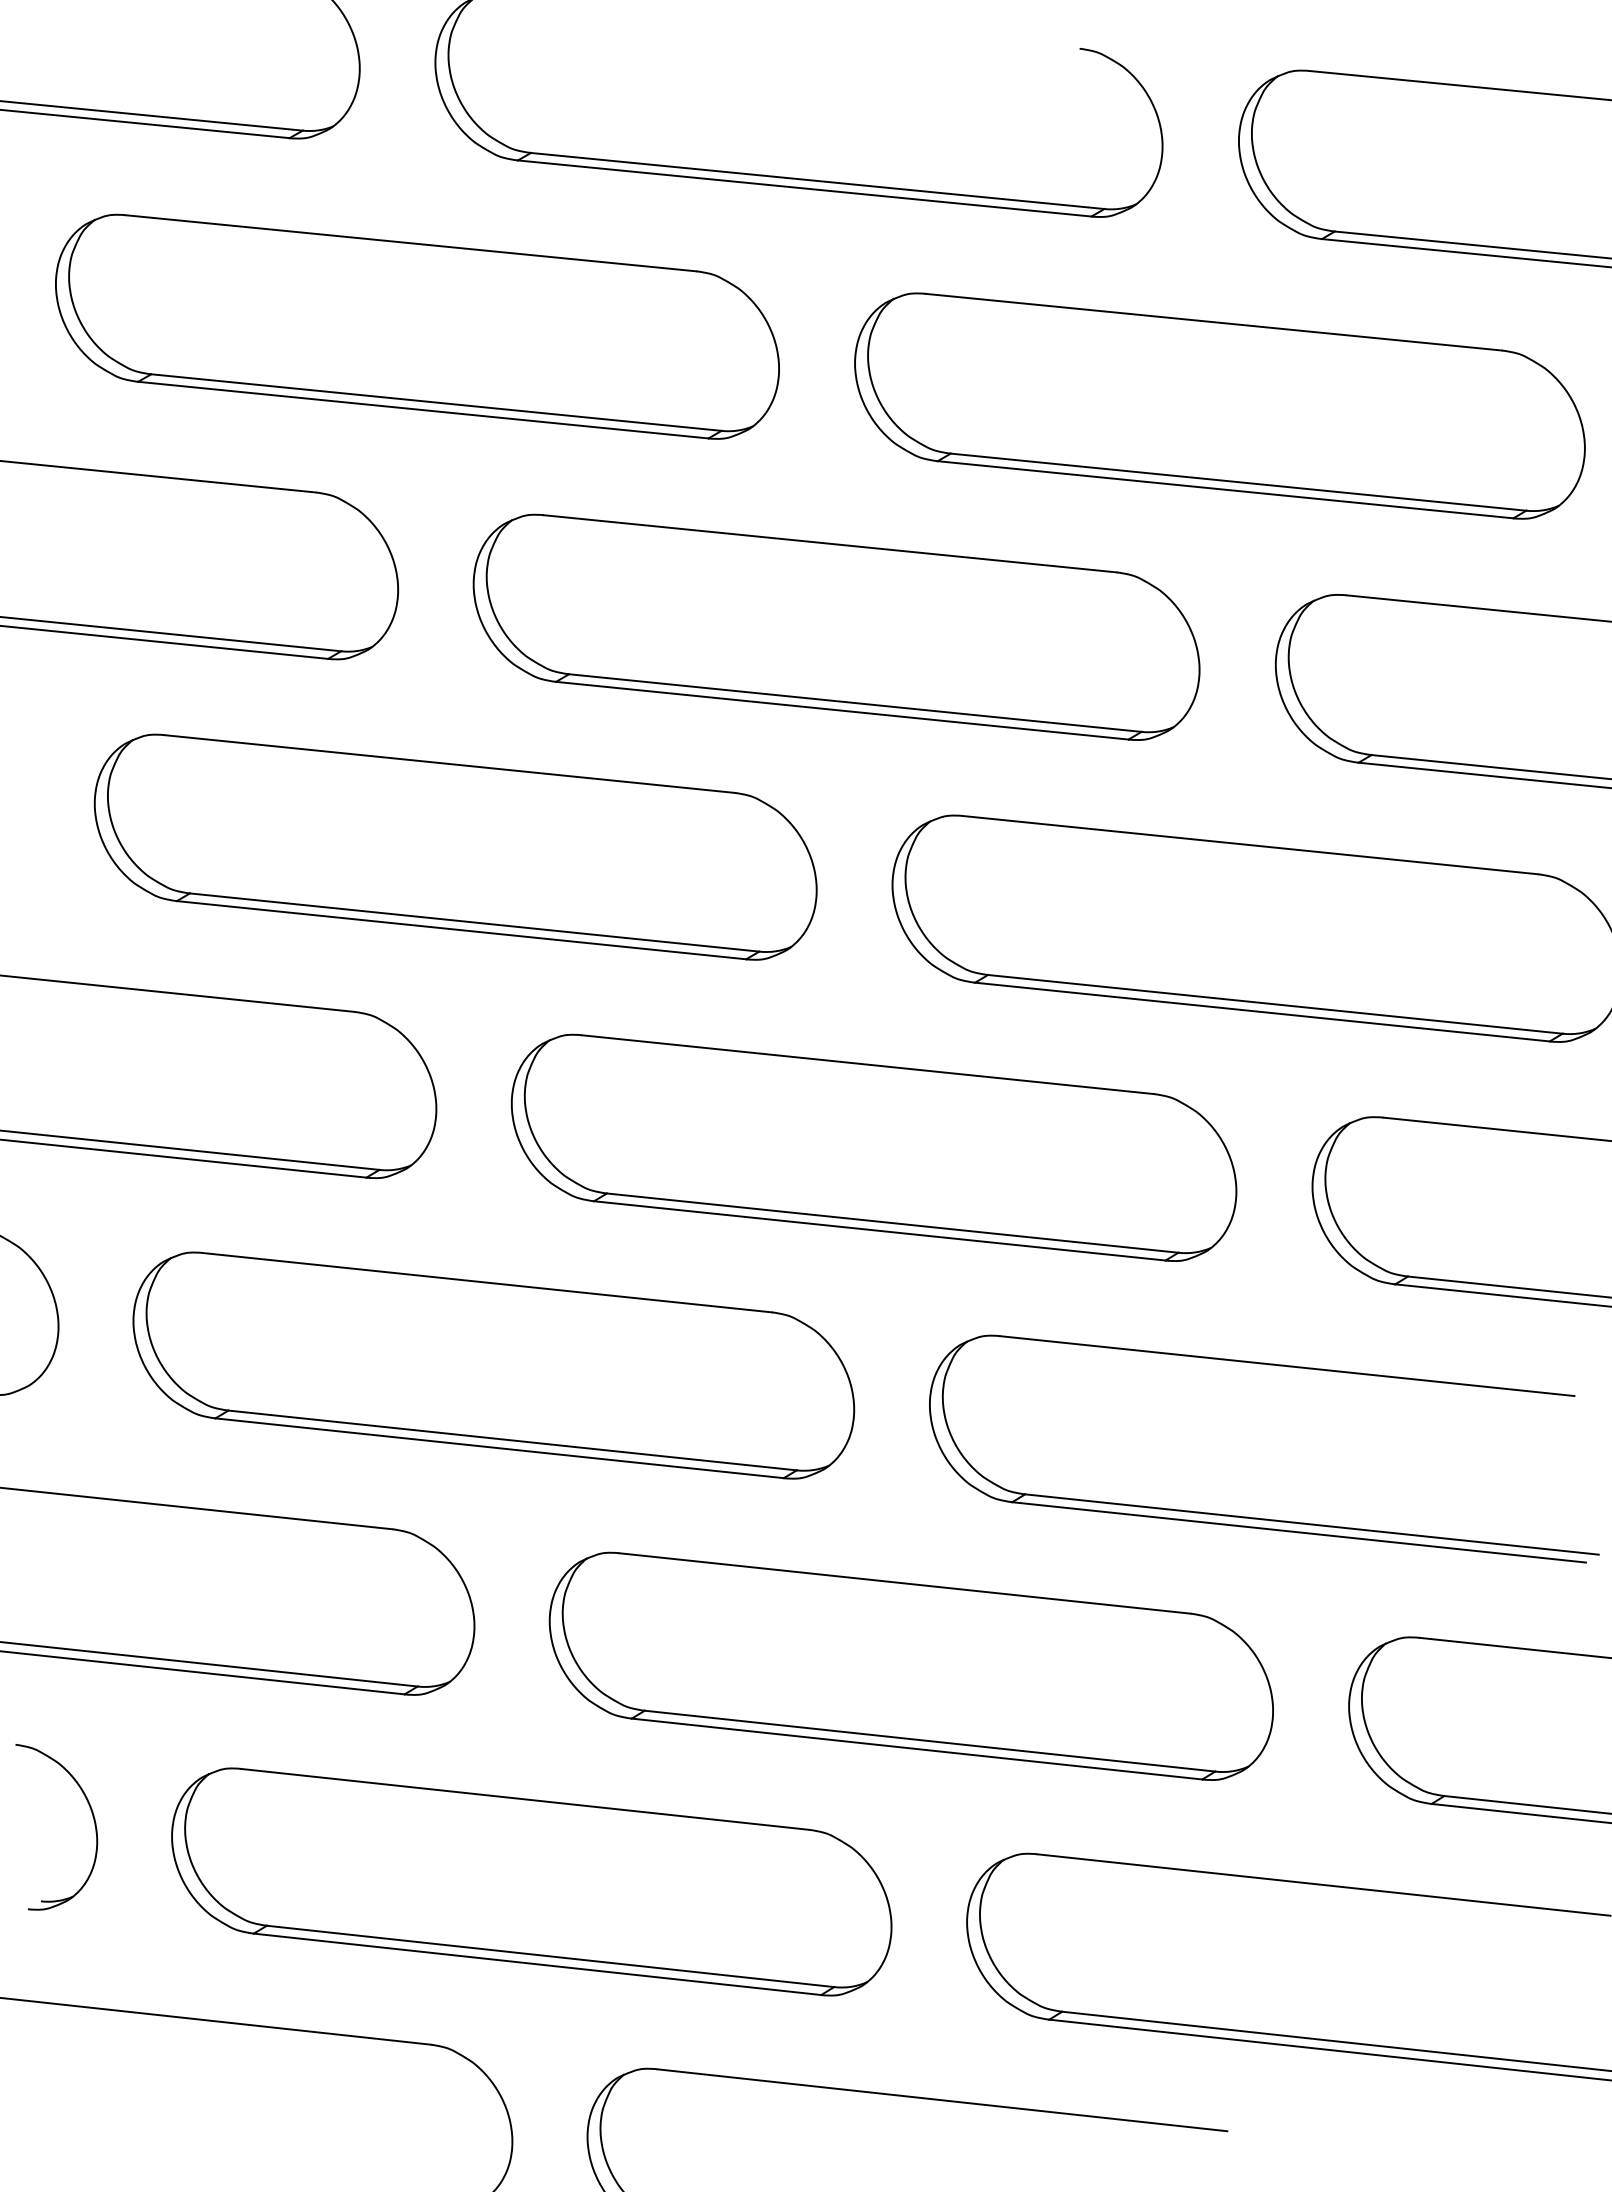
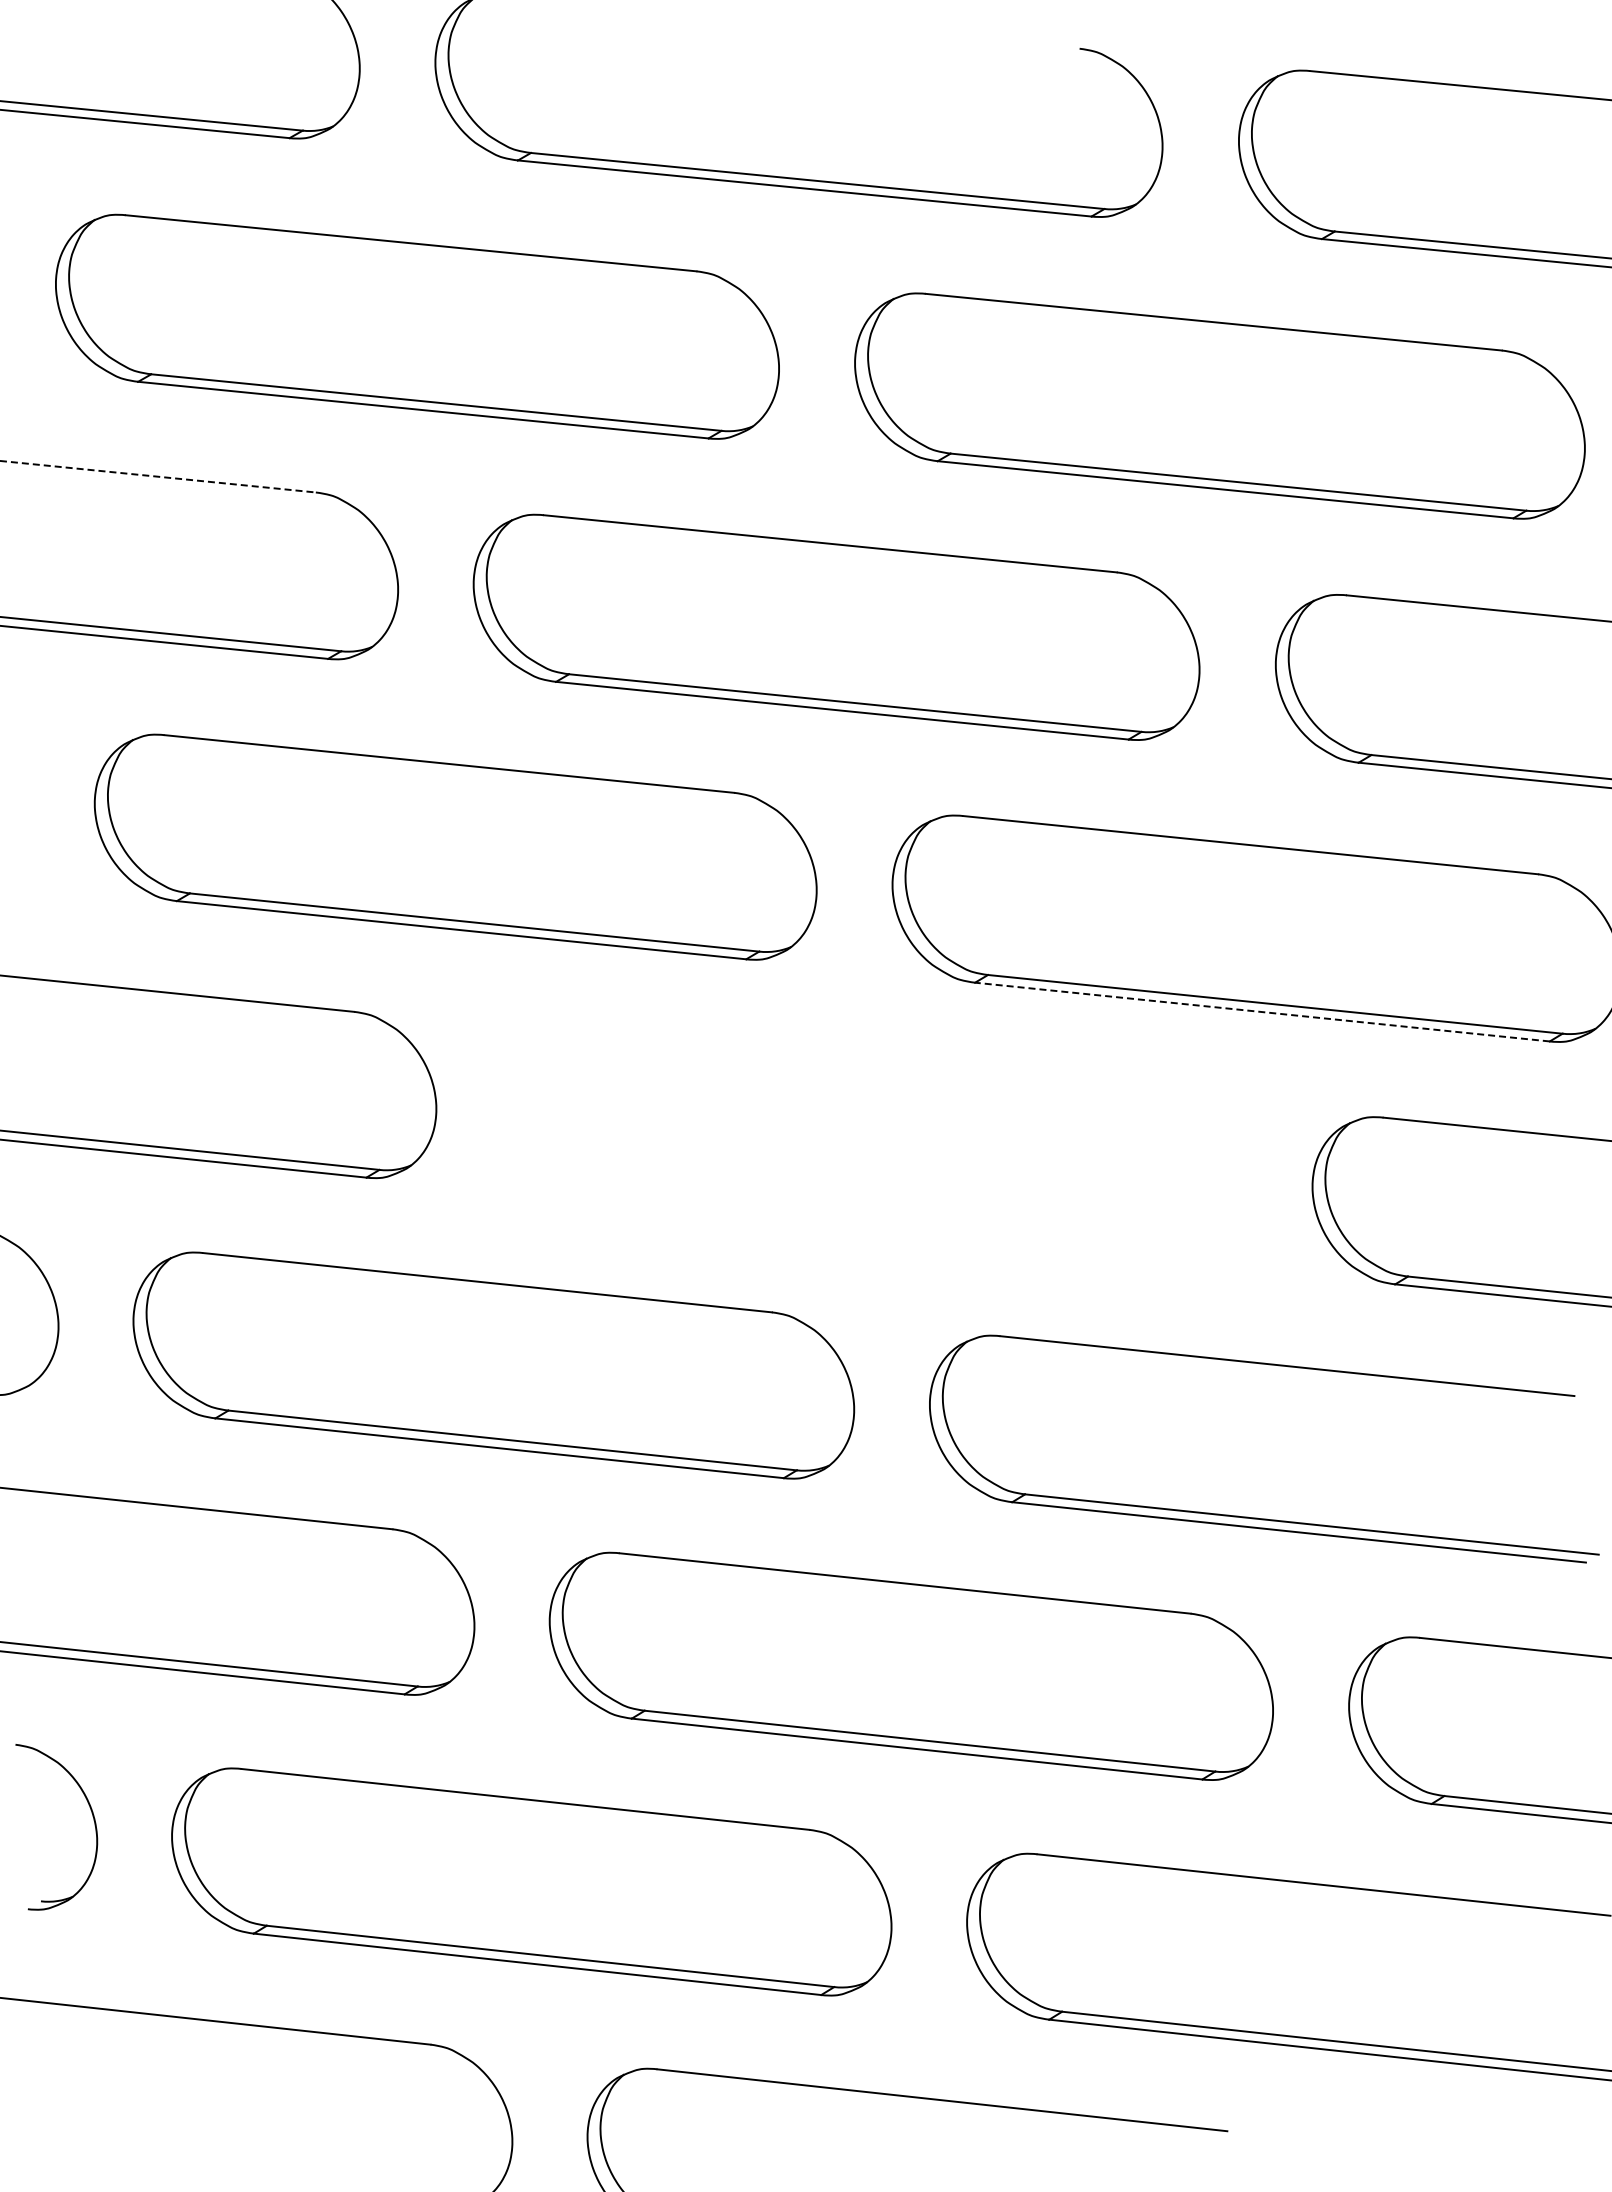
line at (158, 476): solid -> dashed
line at (1262, 1012): solid -> dashed
part at (873, 1147): present -> none
